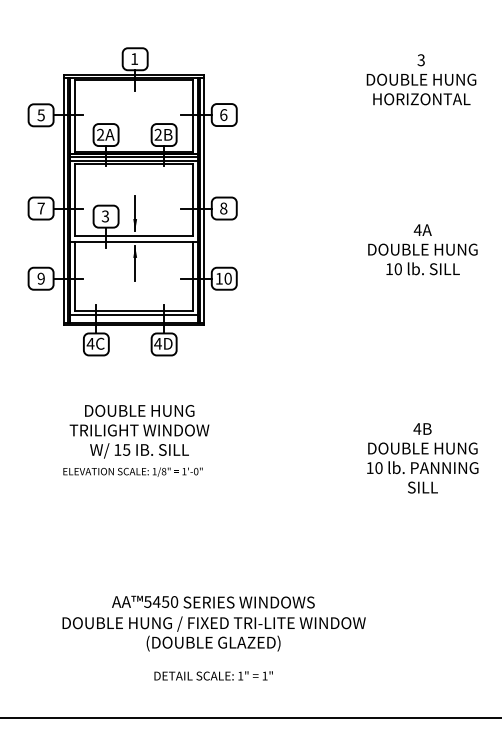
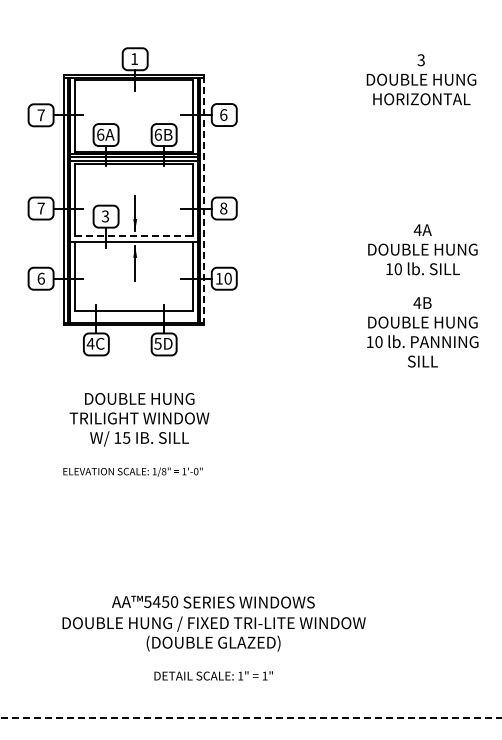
text at (40, 115): 5 -> 7
text at (100, 134): 2A -> 6A
text at (157, 134): 2B -> 6B
line at (204, 199): solid -> dashed
line at (134, 235): solid -> dashed
text at (40, 278): 9 -> 6
line at (134, 314): present -> none
text at (157, 343): 4D -> 5D
text at (139, 431) position: (139, 431) -> (139, 419)
text at (422, 458) position: (422, 458) -> (422, 332)
line at (250, 717): solid -> dashed
